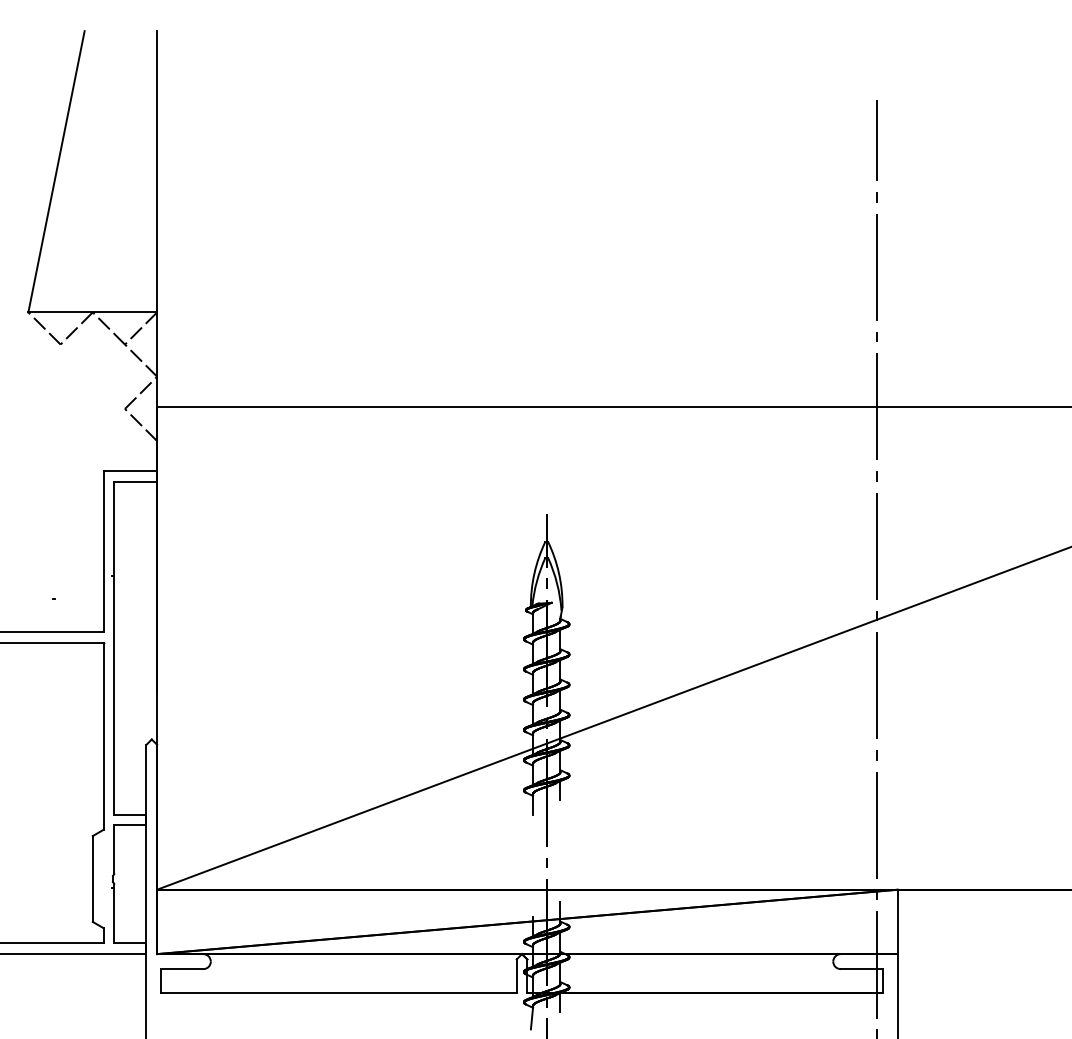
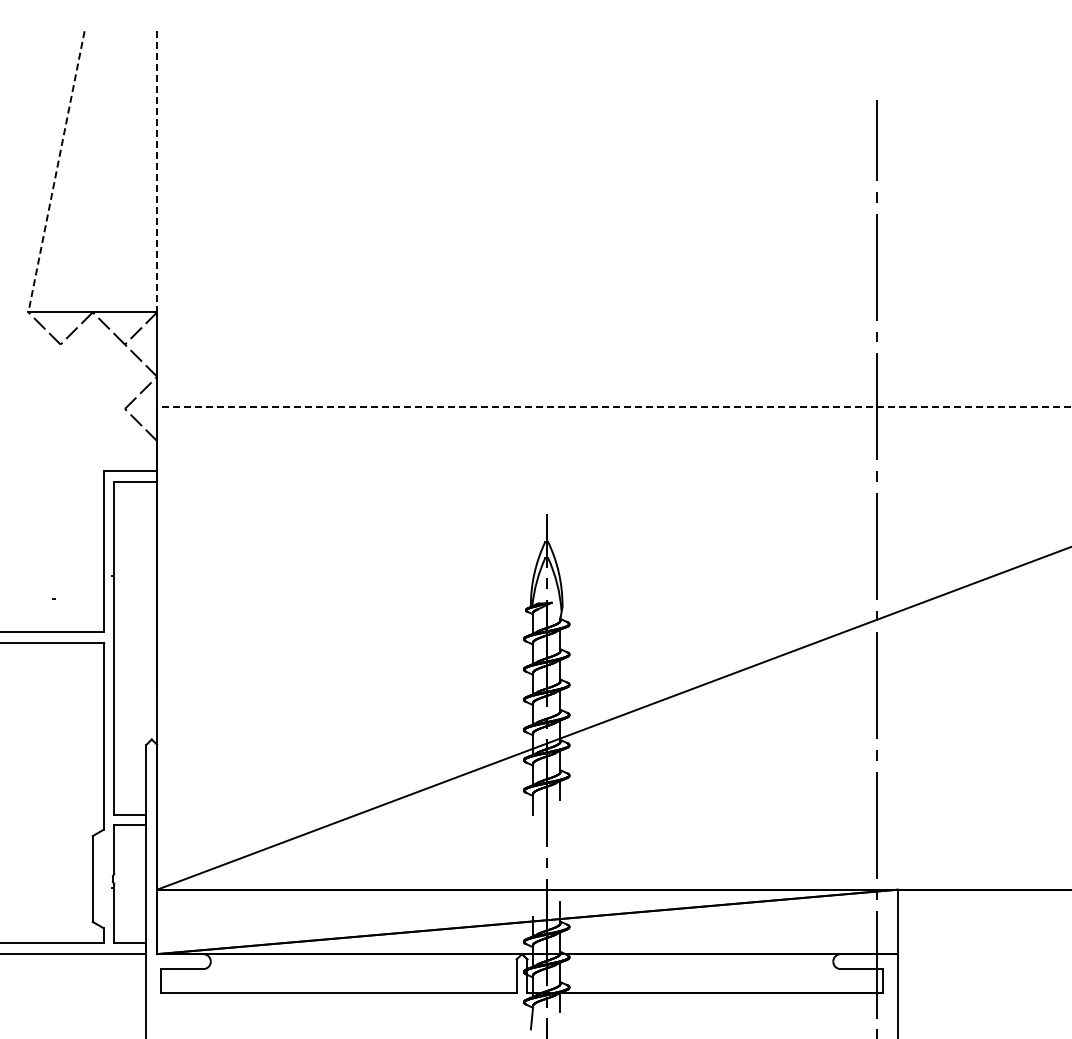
line at (157, 171): solid -> dashed
line at (56, 172): solid -> dashed
line at (614, 406): solid -> dashed
